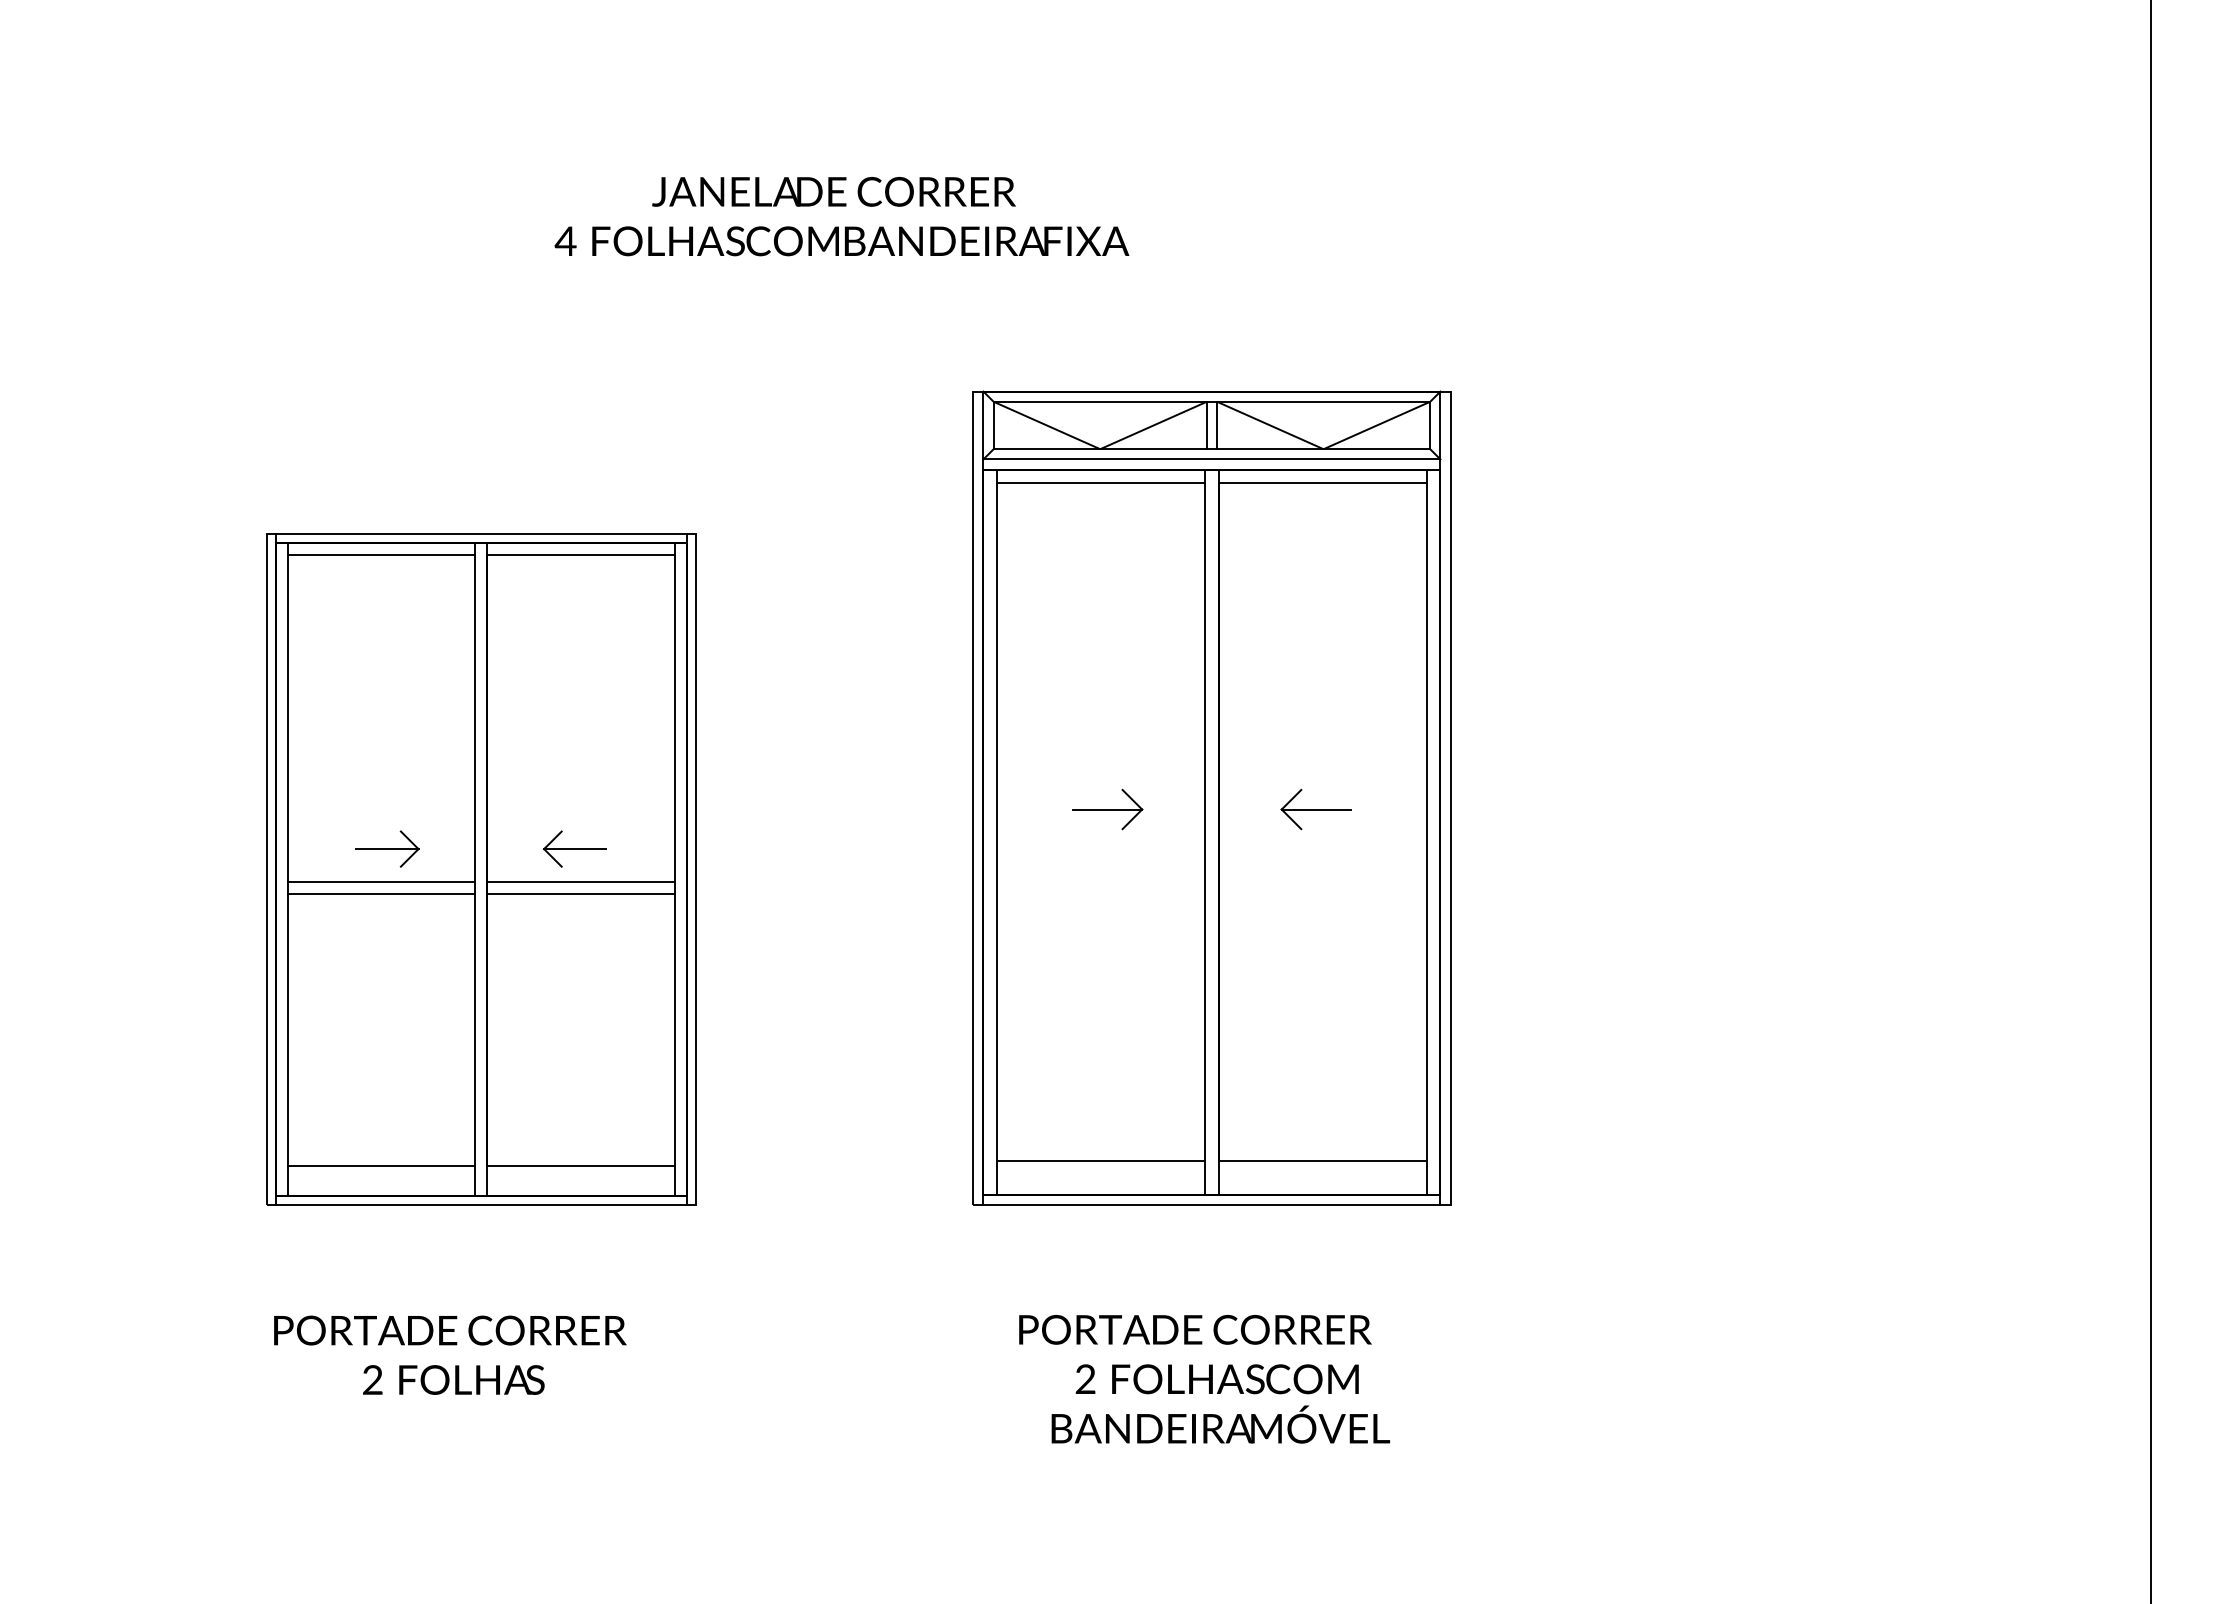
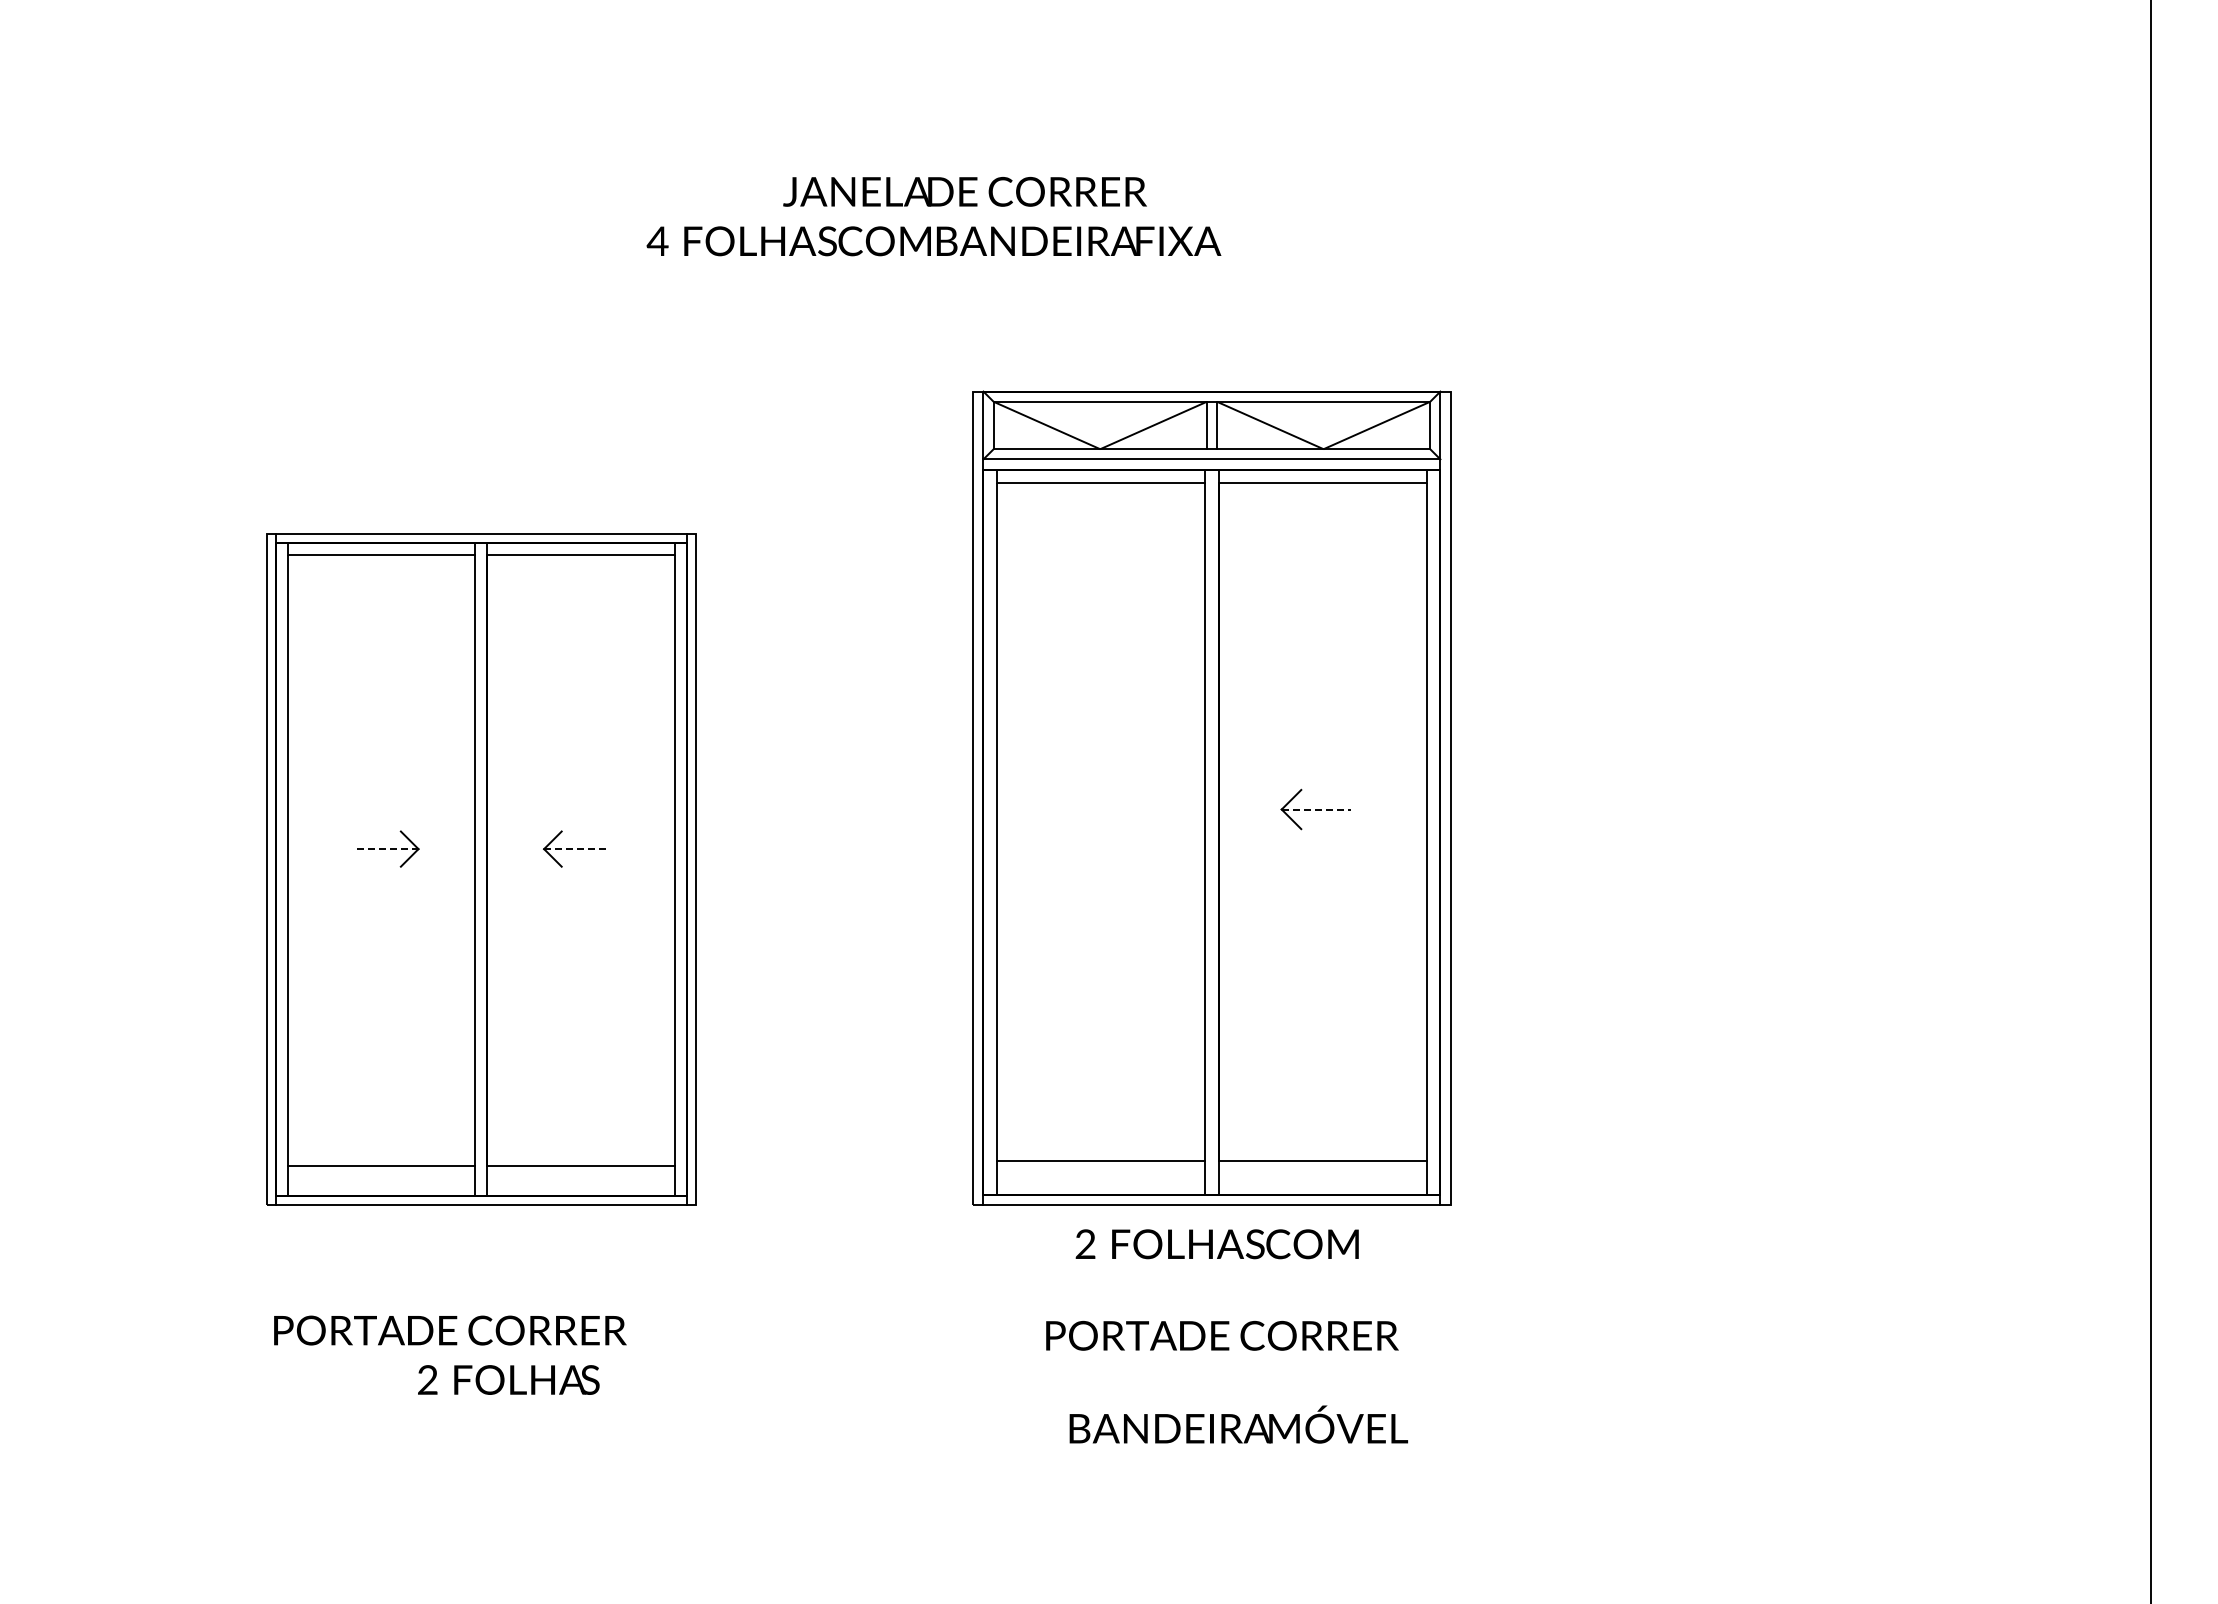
text at (833, 191) position: (833, 191) -> (964, 191)
text at (841, 241) position: (841, 241) -> (933, 241)
part at (1107, 809): present -> none
line at (1316, 809): solid -> dashed
line at (386, 849): solid -> dashed
line at (575, 849): solid -> dashed
line at (381, 881): present -> none
line at (580, 881): present -> none
line at (381, 893): present -> none
line at (580, 893): present -> none
text at (1195, 1329) position: (1195, 1329) -> (1222, 1335)
text at (453, 1379) position: (453, 1379) -> (508, 1379)
text at (1216, 1379) position: (1216, 1379) -> (1216, 1244)
text at (1220, 1424) position: (1220, 1424) -> (1238, 1424)
